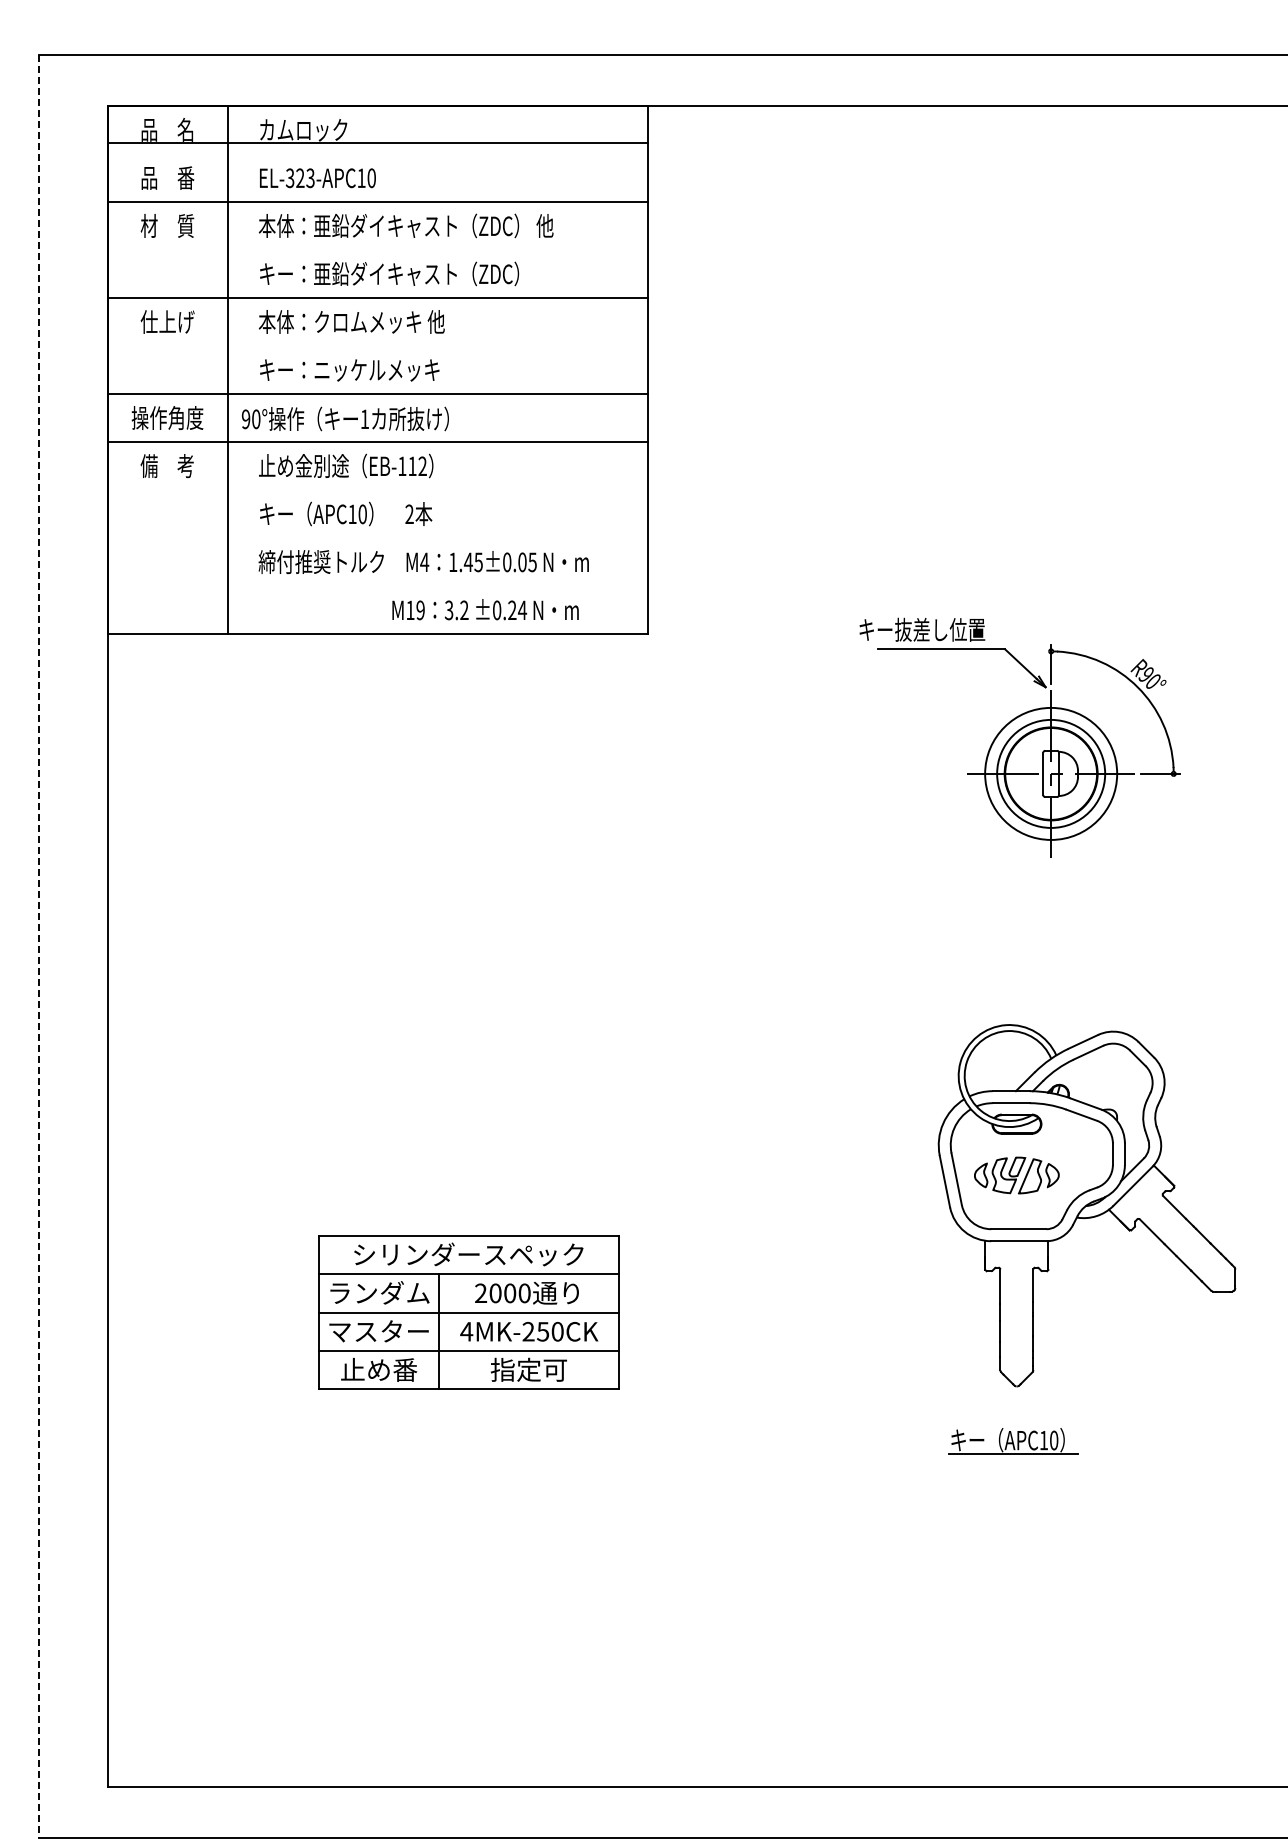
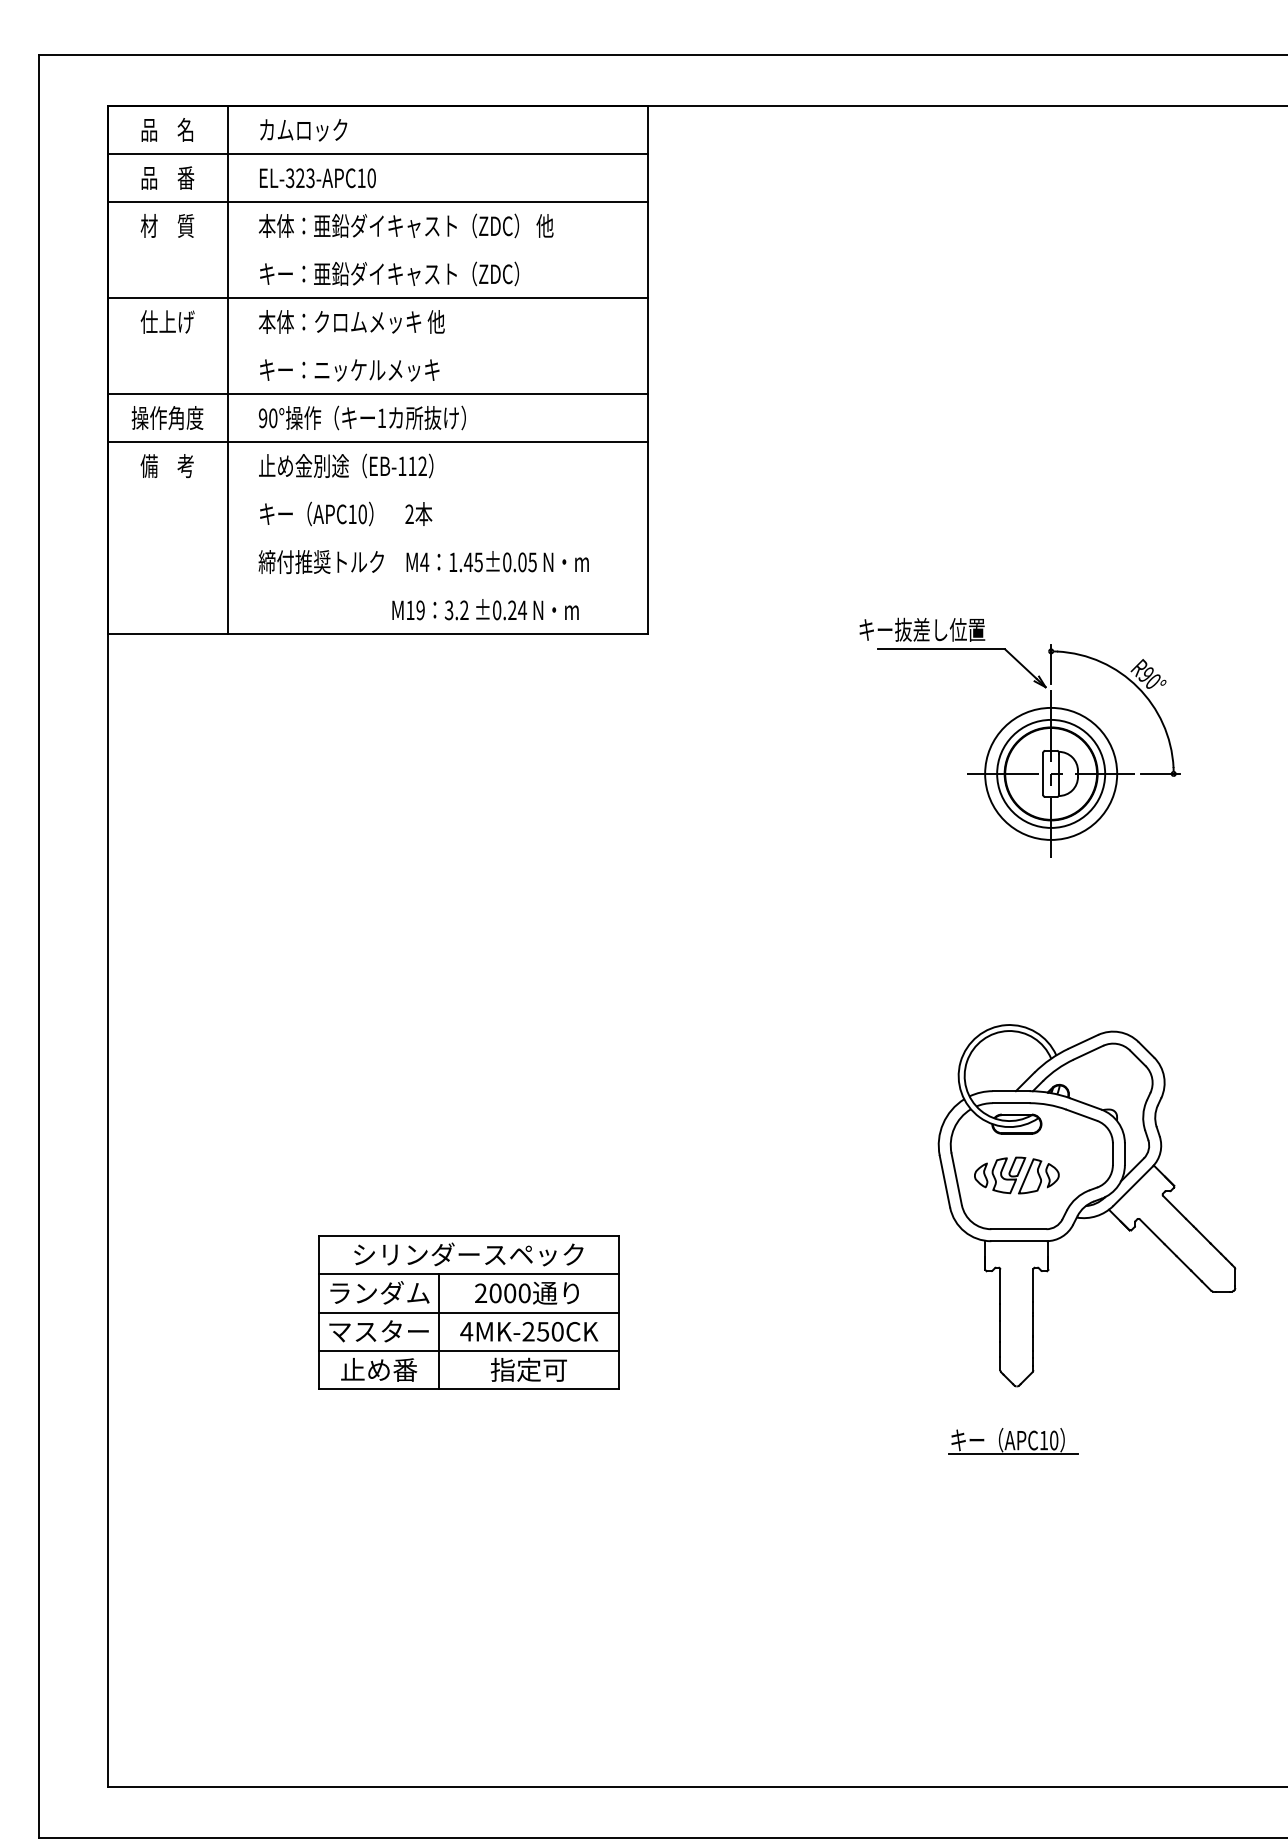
line at (377, 143) position: (377, 143) -> (377, 154)
text at (345, 418) position: (345, 418) -> (362, 417)
line at (38, 947): dashed -> solid
